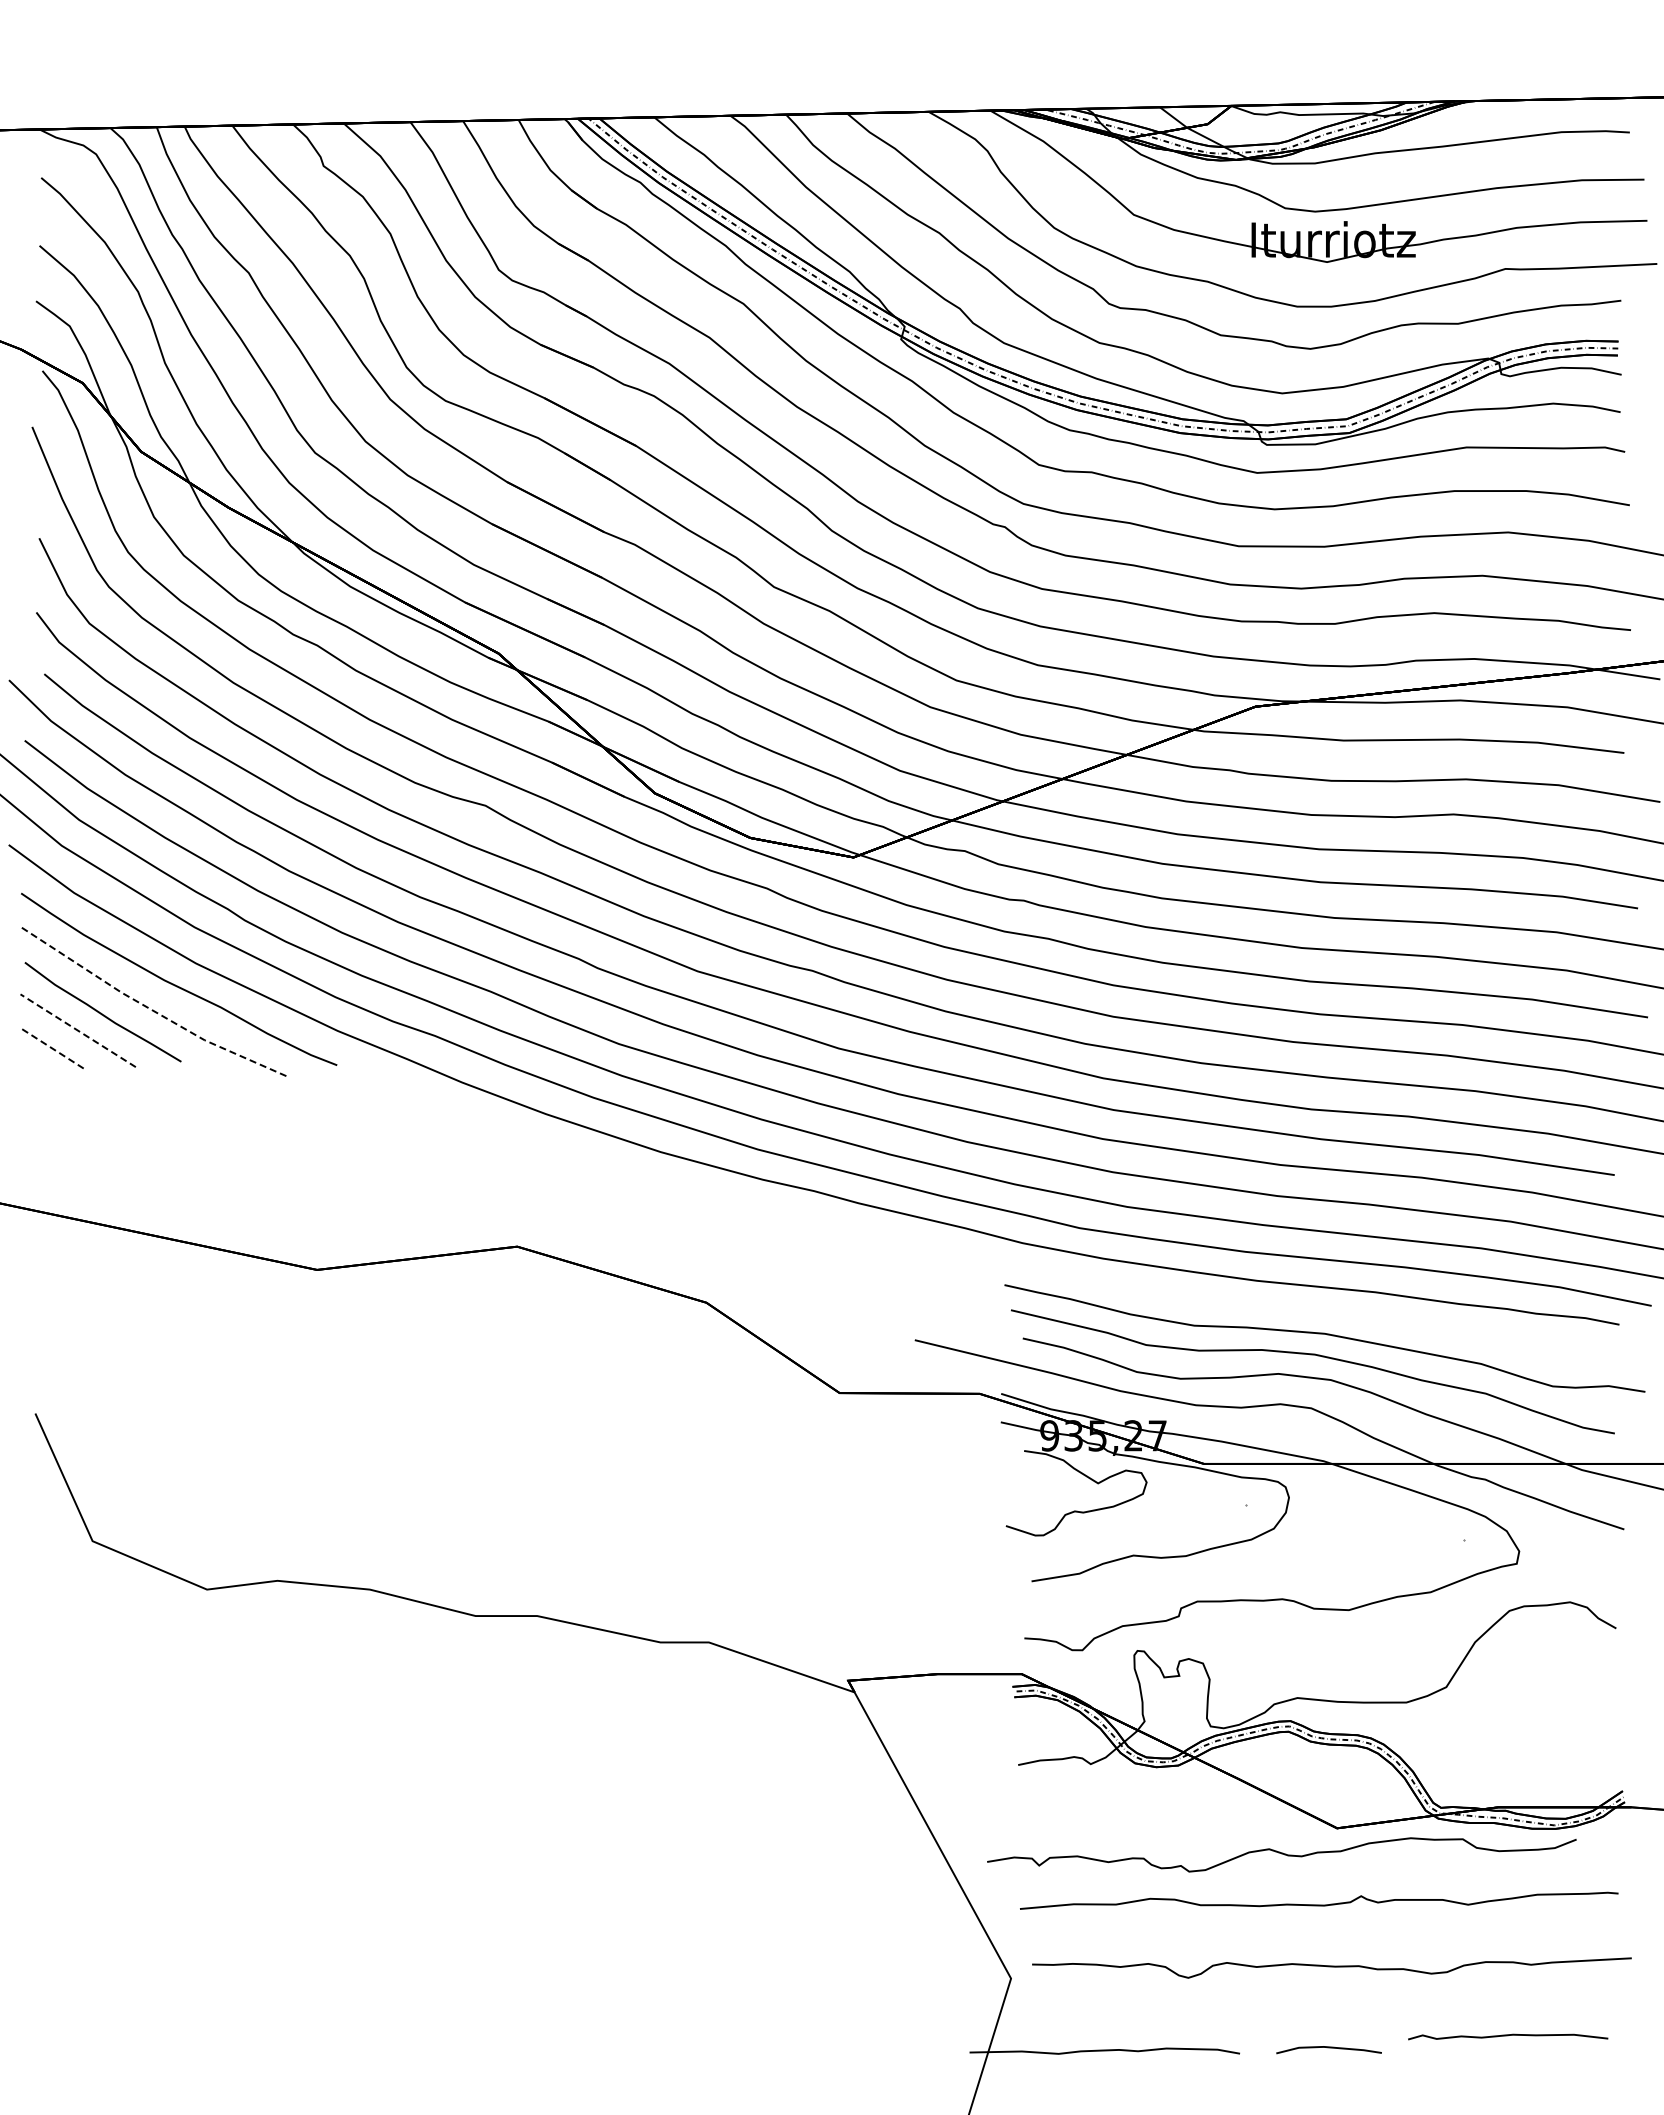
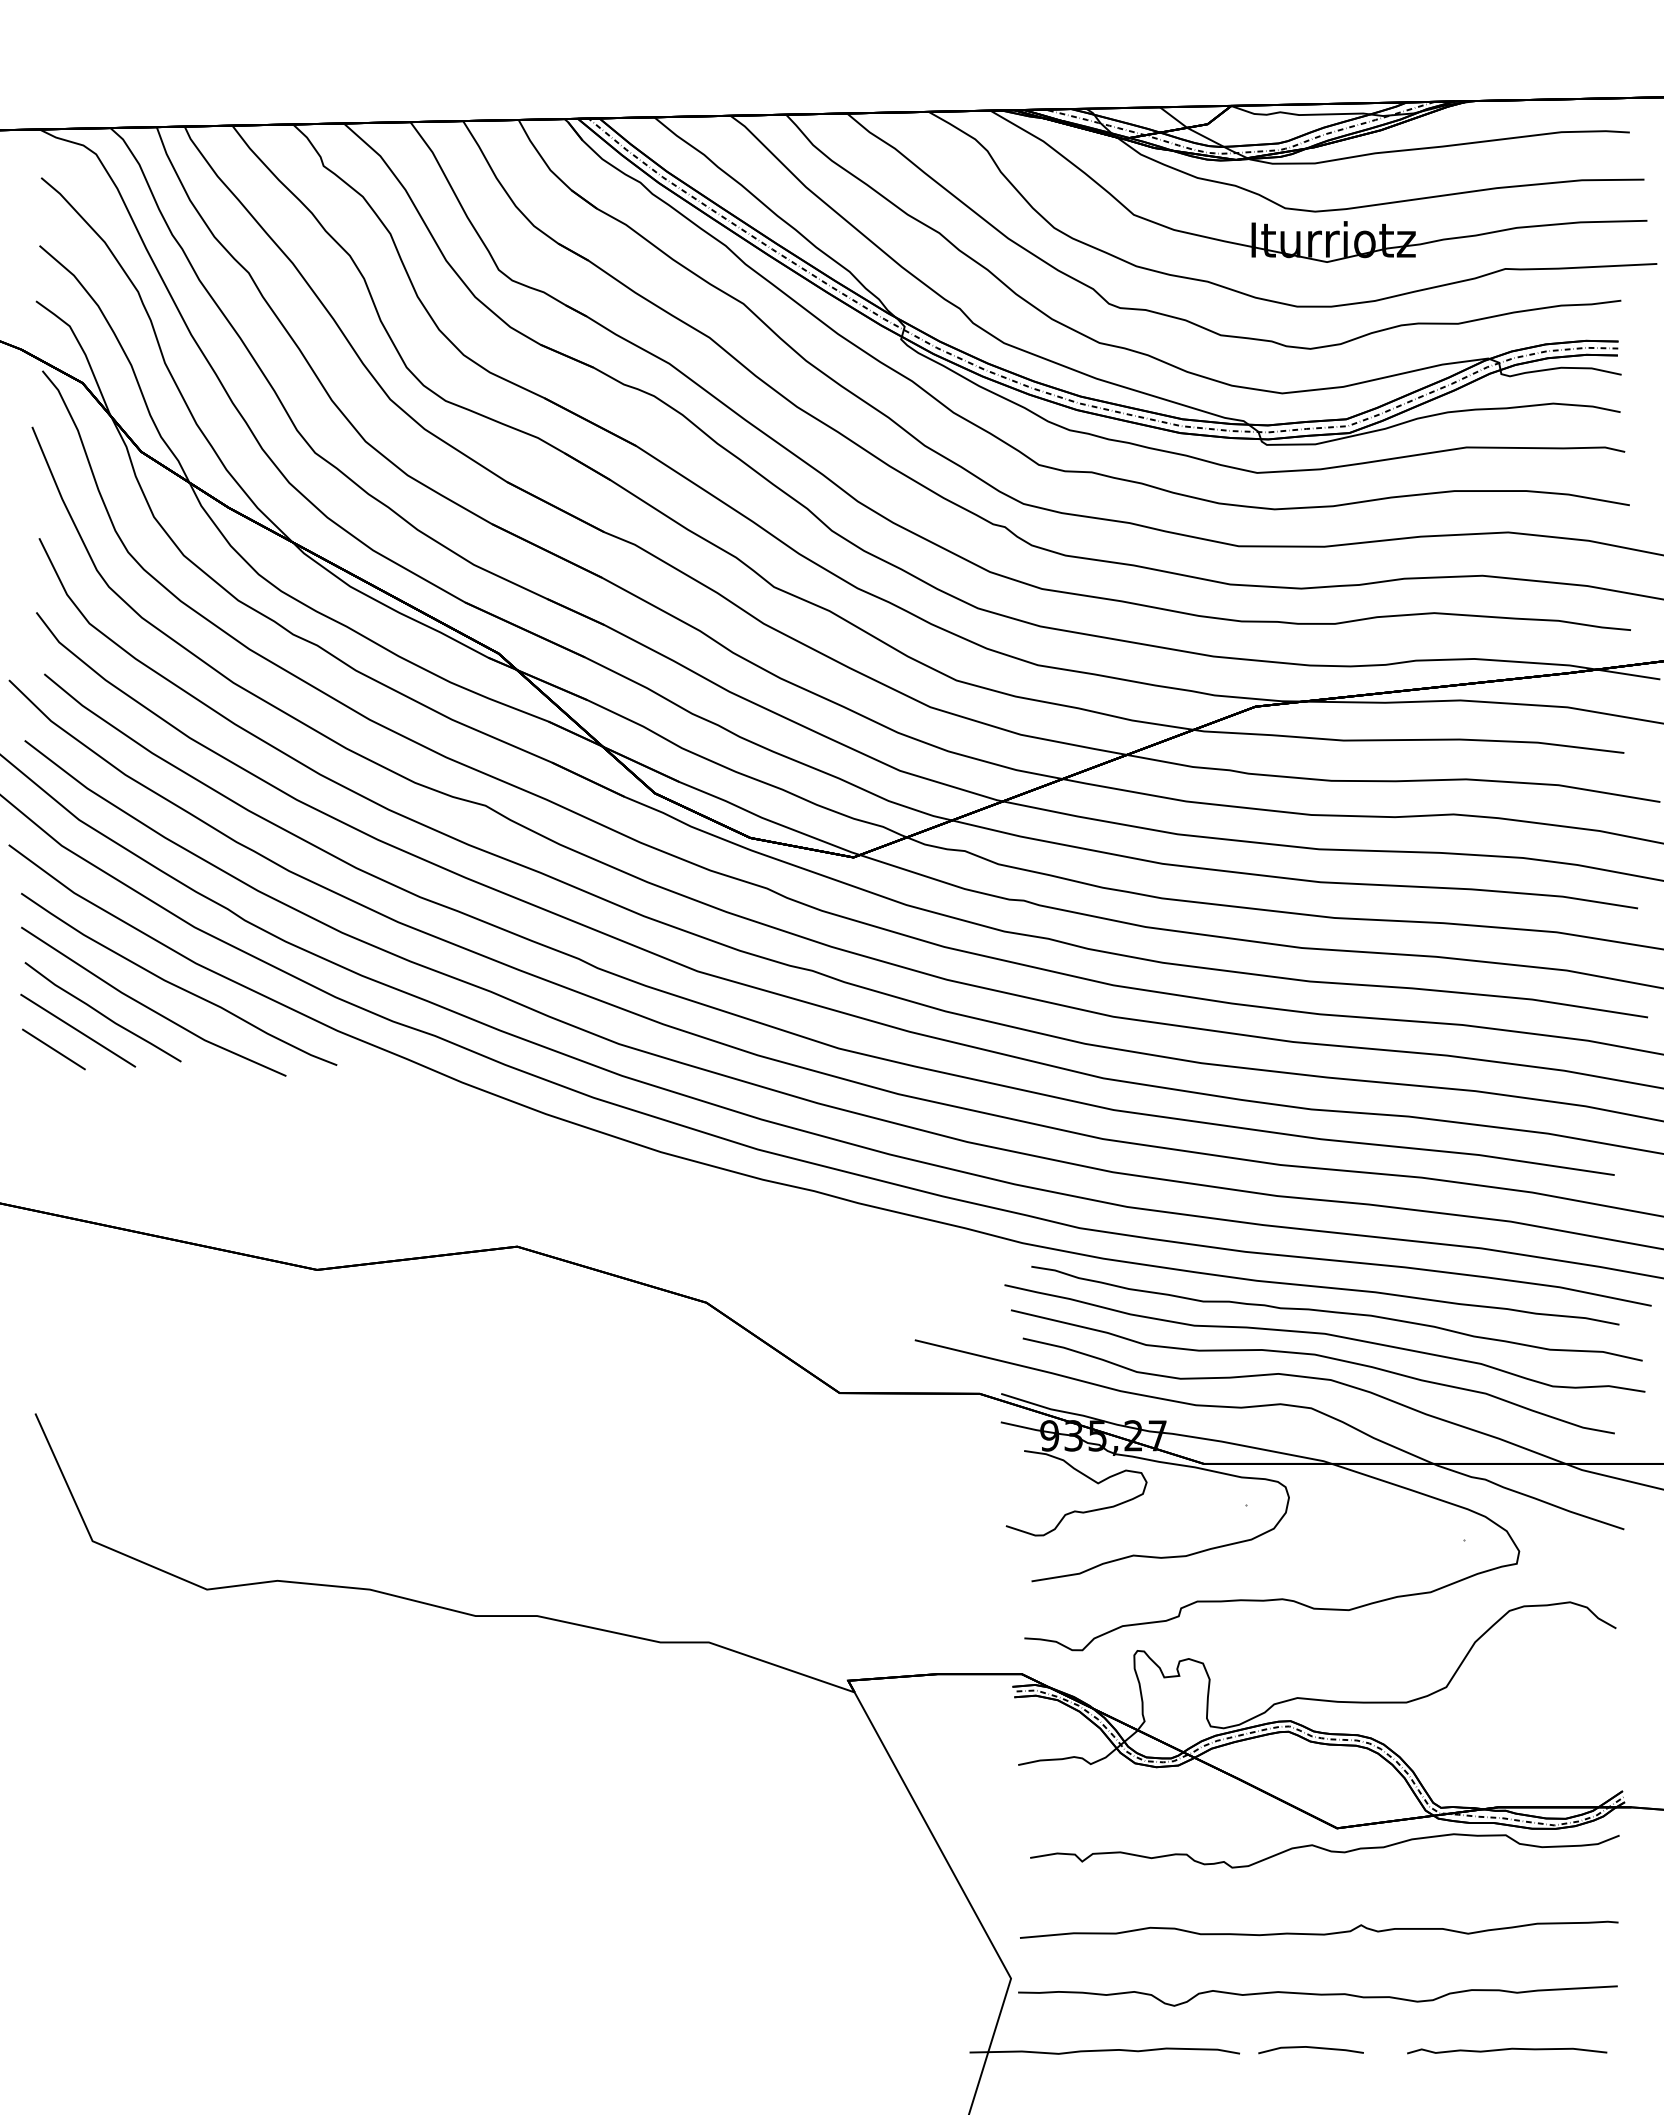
line at (150, 1009): dashed -> solid
line at (77, 1030): dashed -> solid
line at (53, 1049): dashed -> solid
curve at (1336, 1313): none -> present
curve at (1281, 1854) position: (1281, 1854) -> (1324, 1850)
curve at (1319, 1904) position: (1319, 1904) -> (1319, 1933)
curve at (1331, 1967) position: (1331, 1967) -> (1317, 1995)
curve at (1508, 2036) position: (1508, 2036) -> (1507, 2050)
line at (1328, 2048) position: (1328, 2048) -> (1310, 2048)
